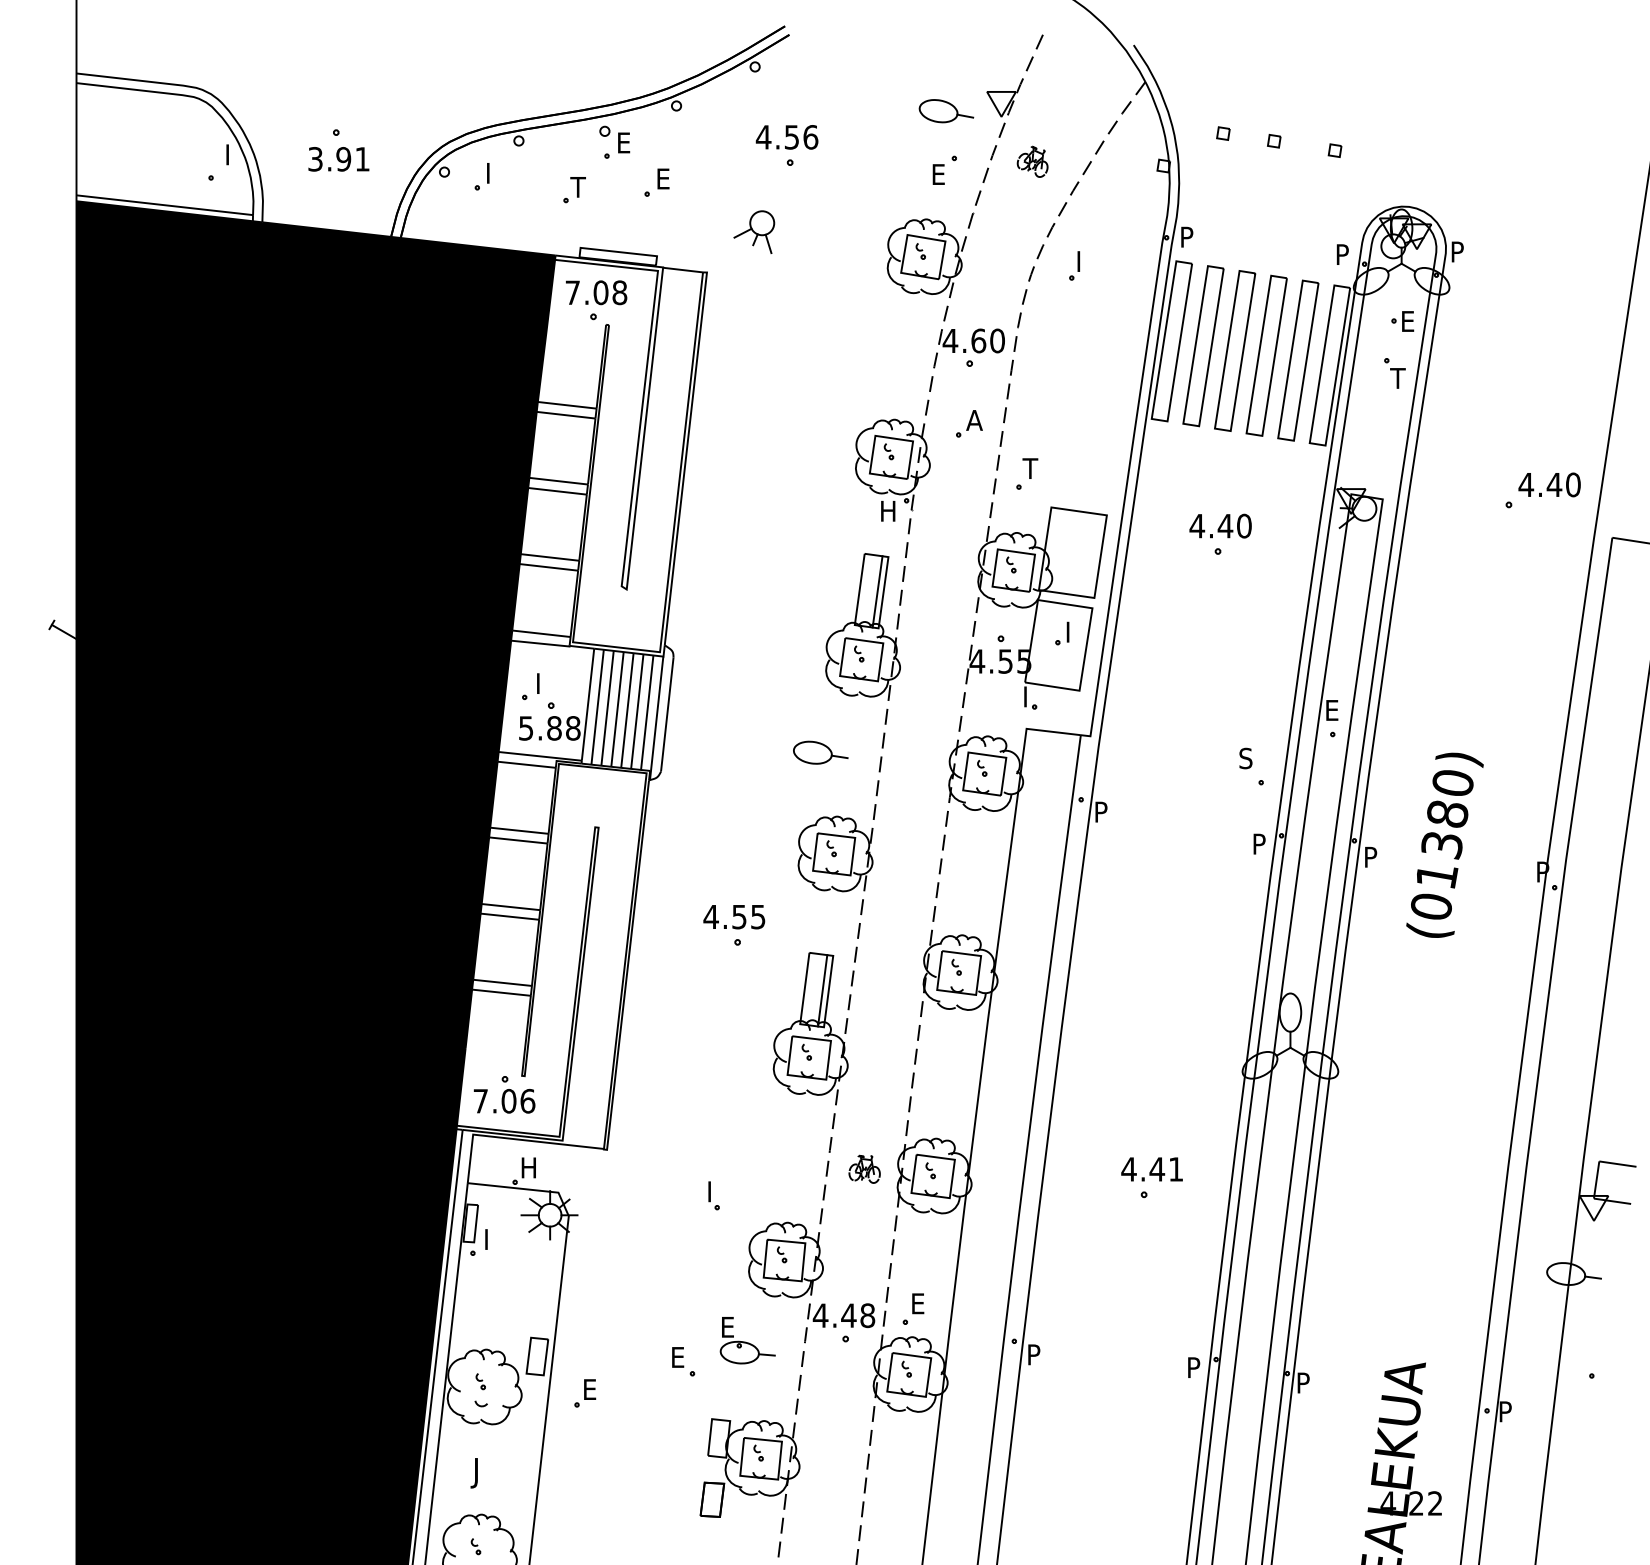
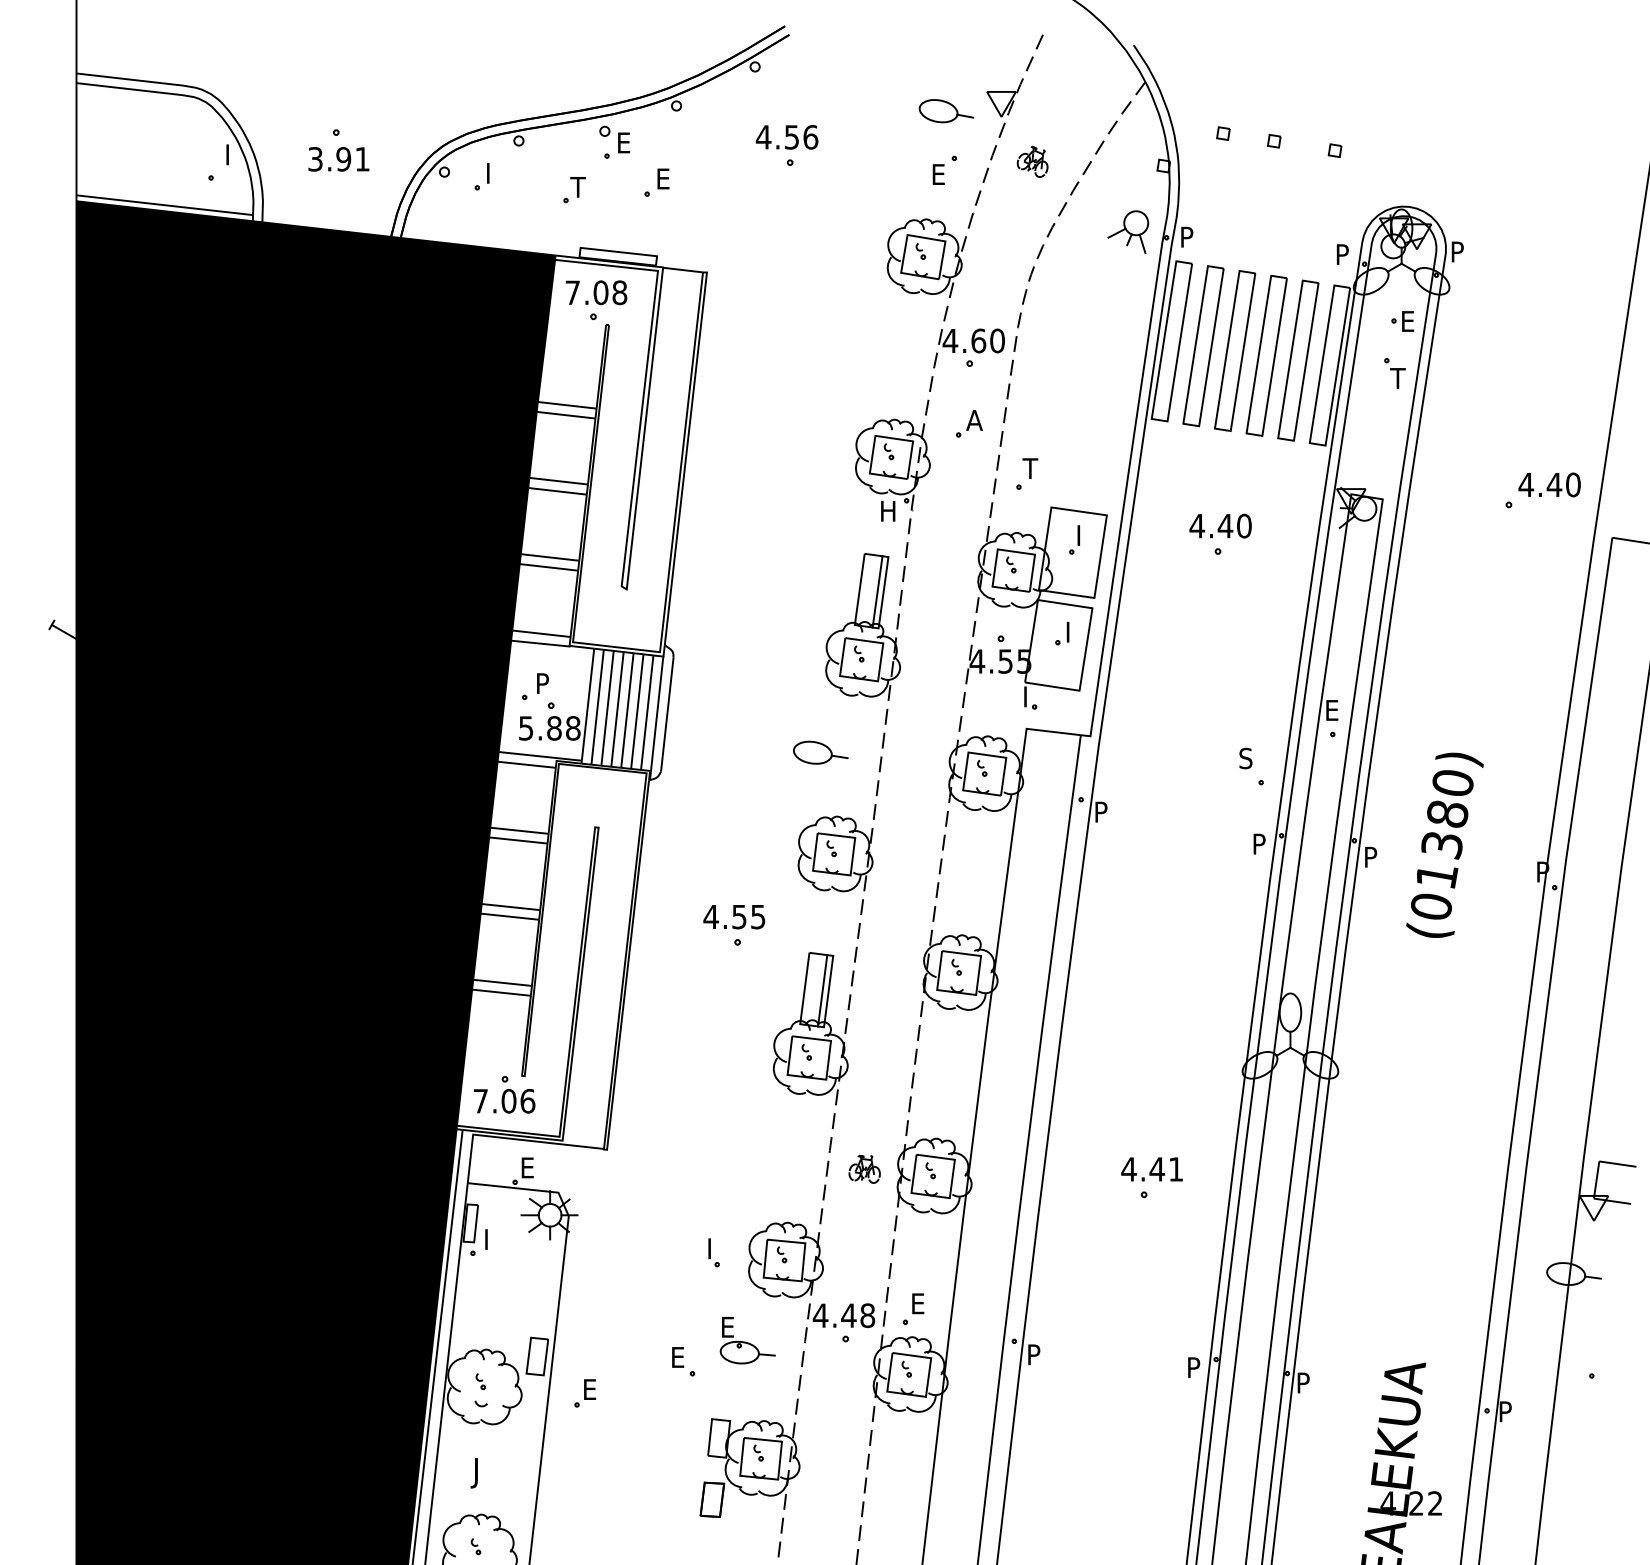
part at (754, 231) position: (754, 231) -> (1128, 231)
part at (1074, 265) position: (1074, 265) -> (1074, 539)
text at (543, 679): I -> P
text at (529, 1167): H -> E
part at (713, 1195) position: (713, 1195) -> (713, 1252)
